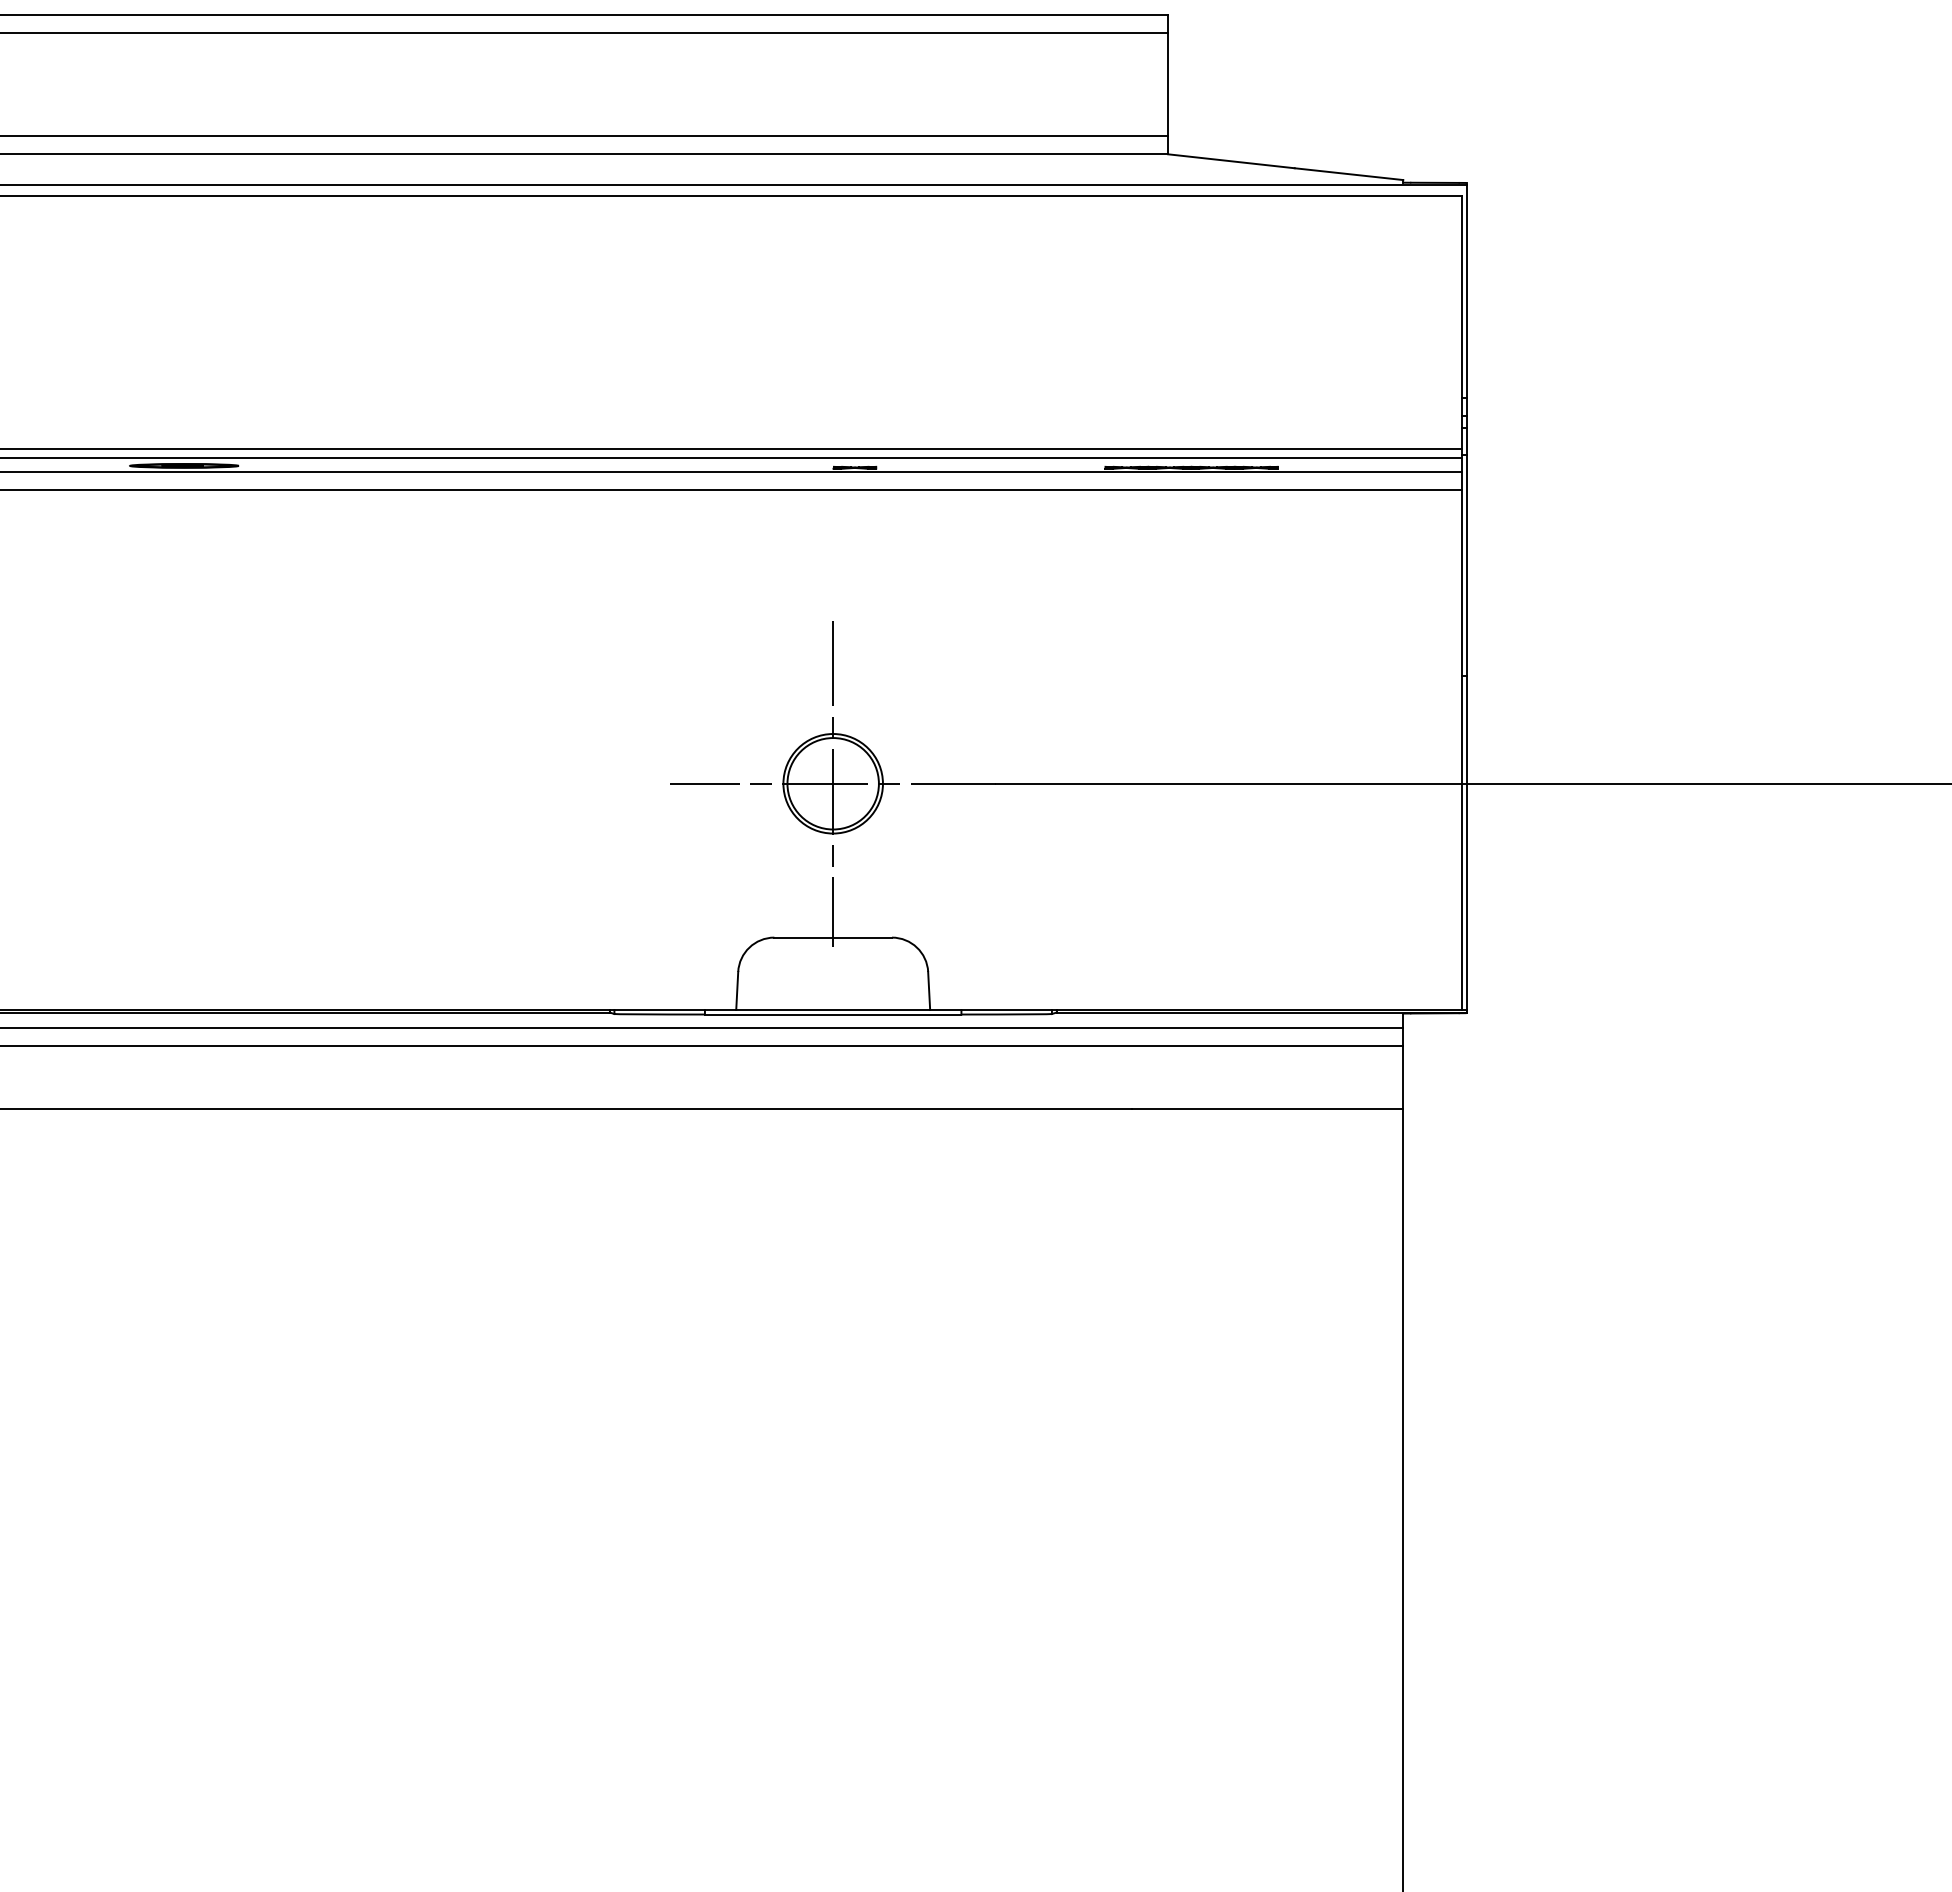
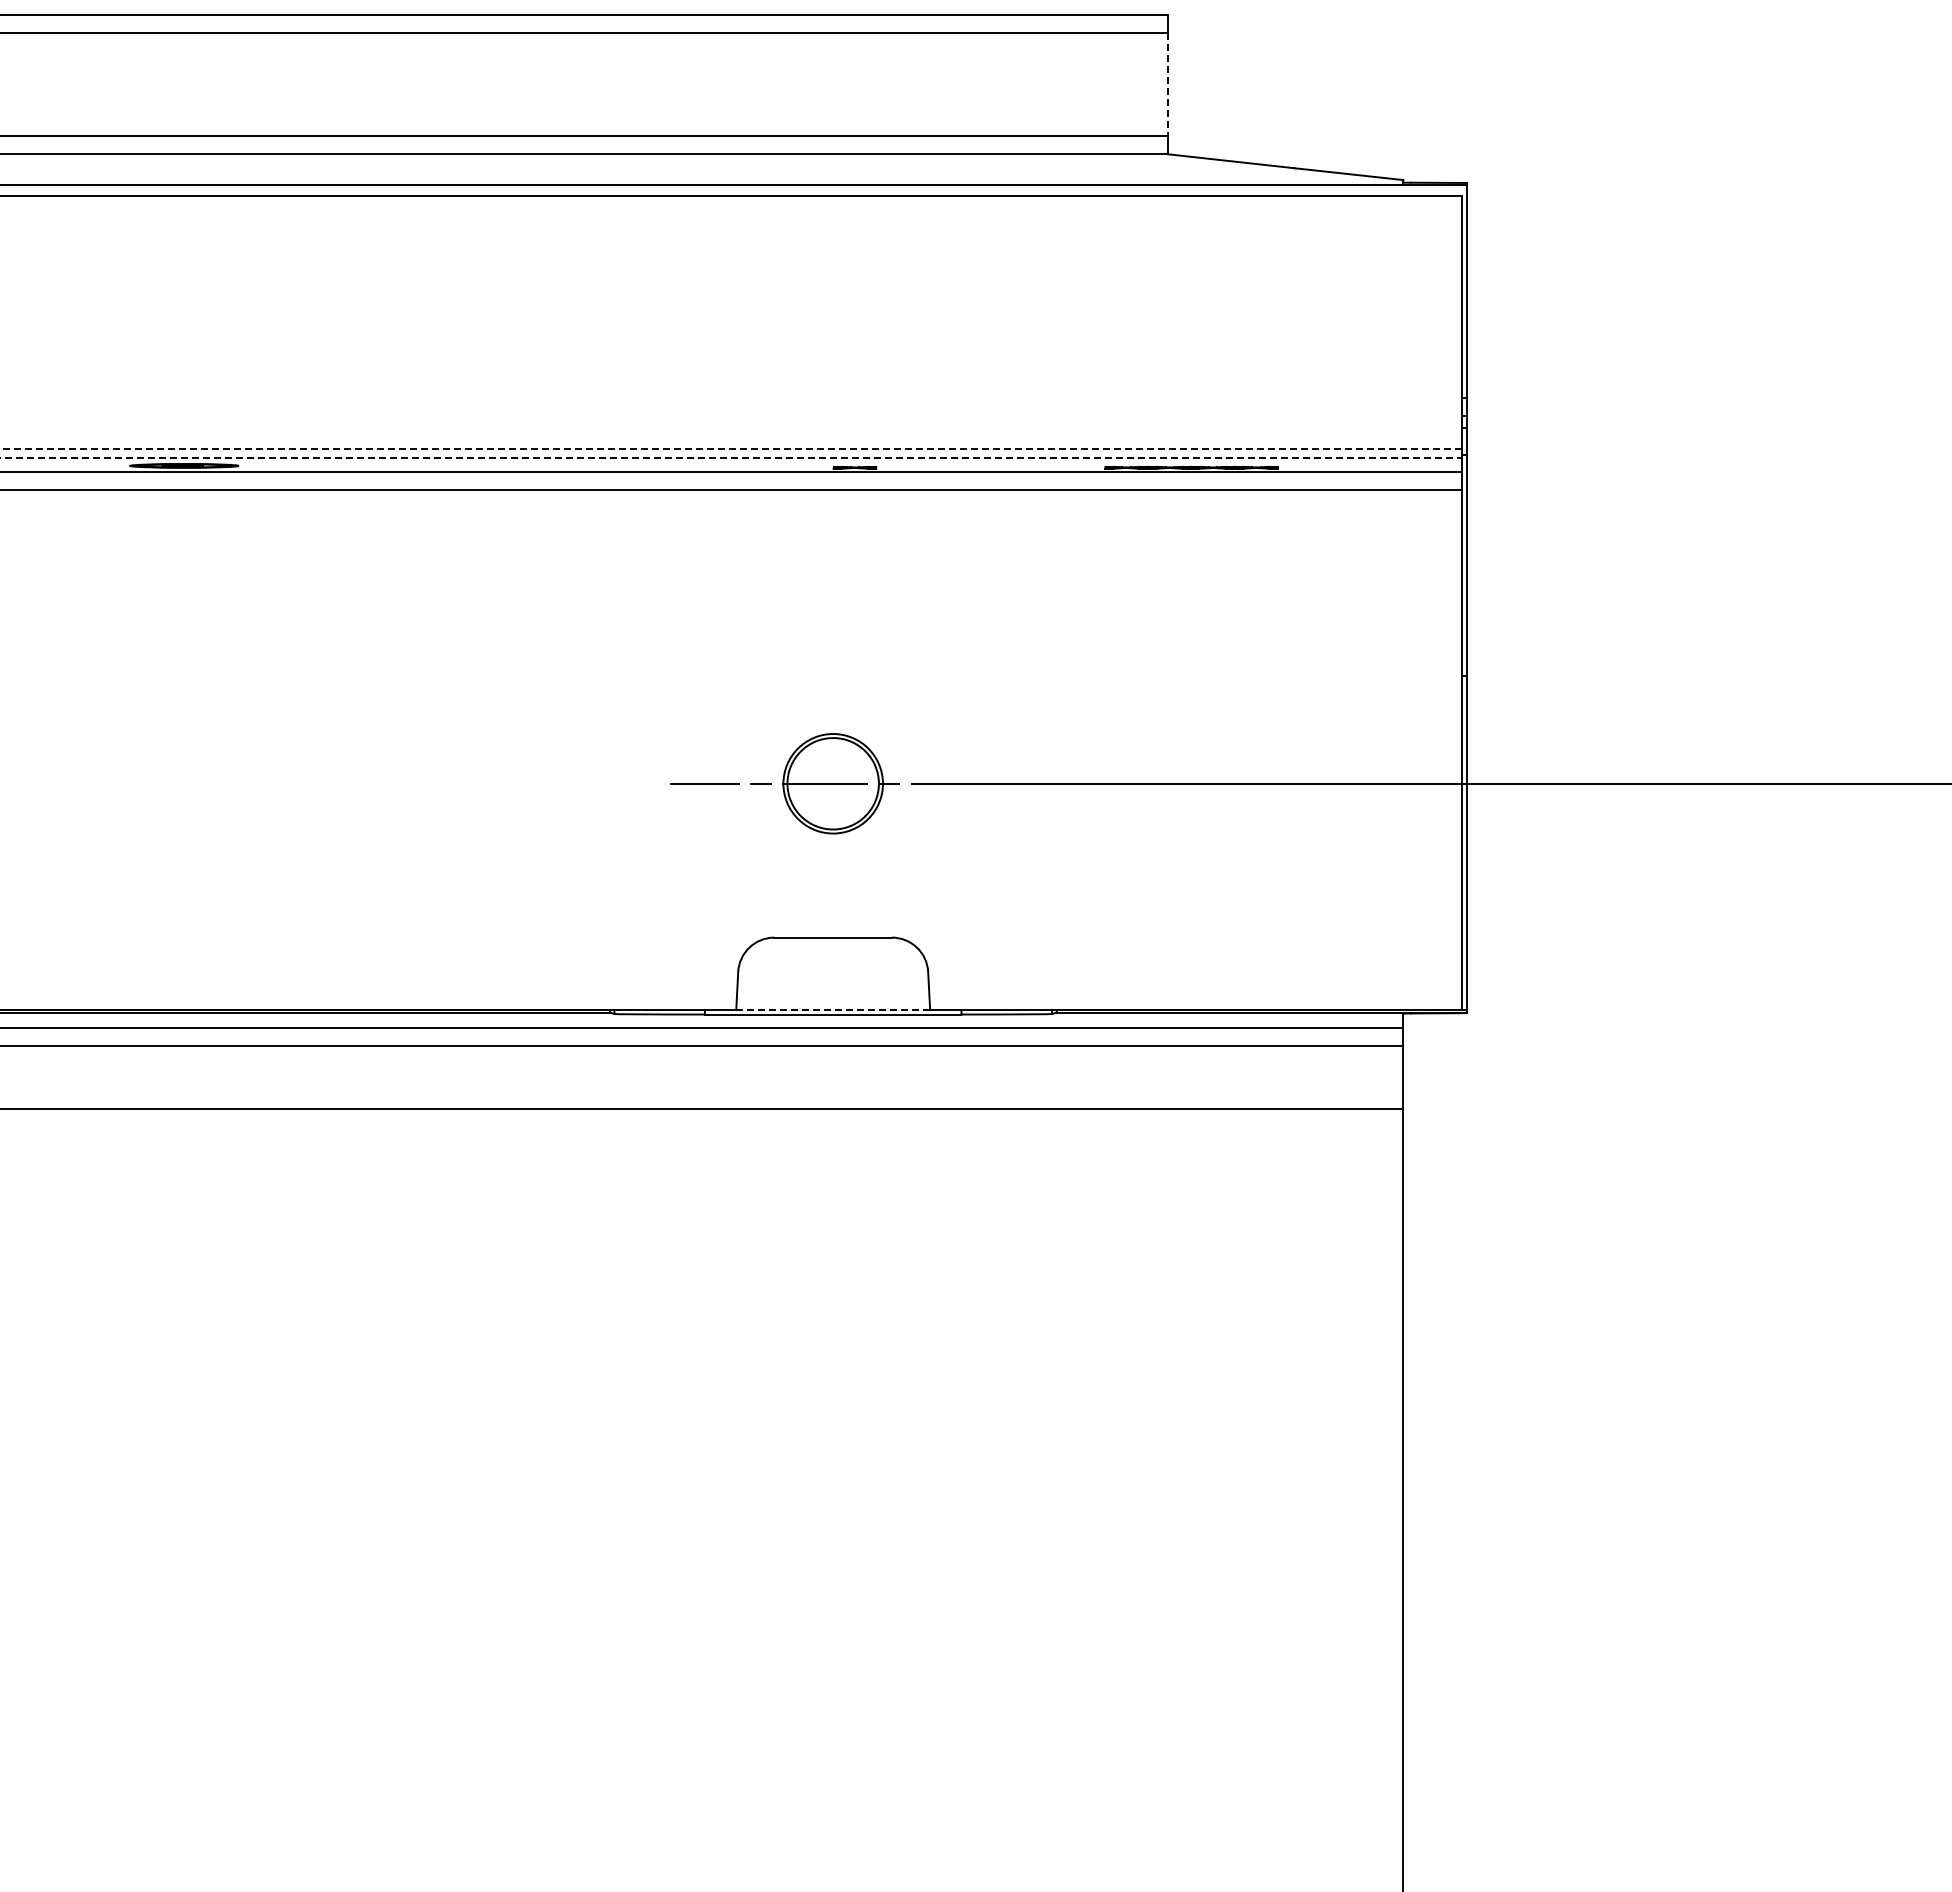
line at (1168, 84): solid -> dashed
line at (731, 449): solid -> dashed
line at (731, 458): solid -> dashed
line at (833, 783): present -> none
line at (833, 1010): solid -> dashed
